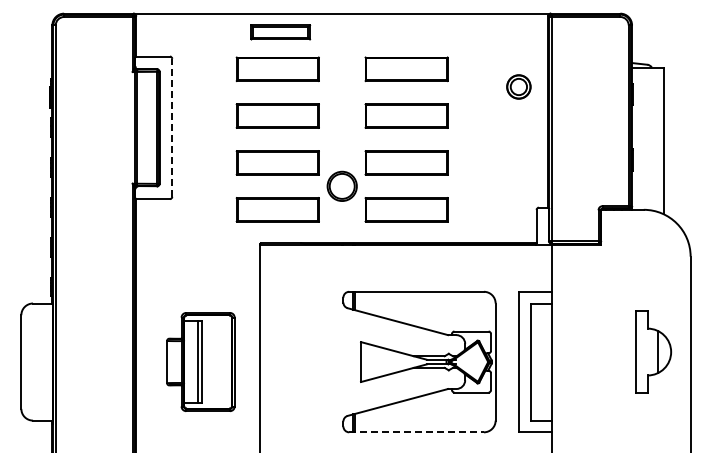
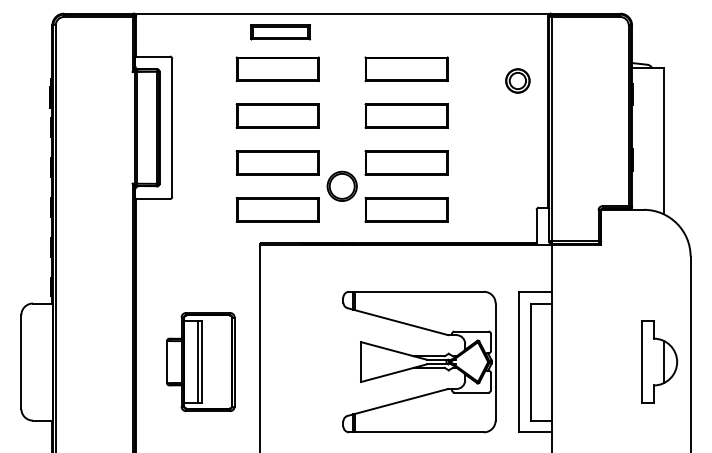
part at (518, 86) position: (518, 86) -> (517, 80)
line at (172, 127): dashed -> solid
part at (653, 351) position: (653, 351) -> (659, 361)
line at (417, 432): dashed -> solid
